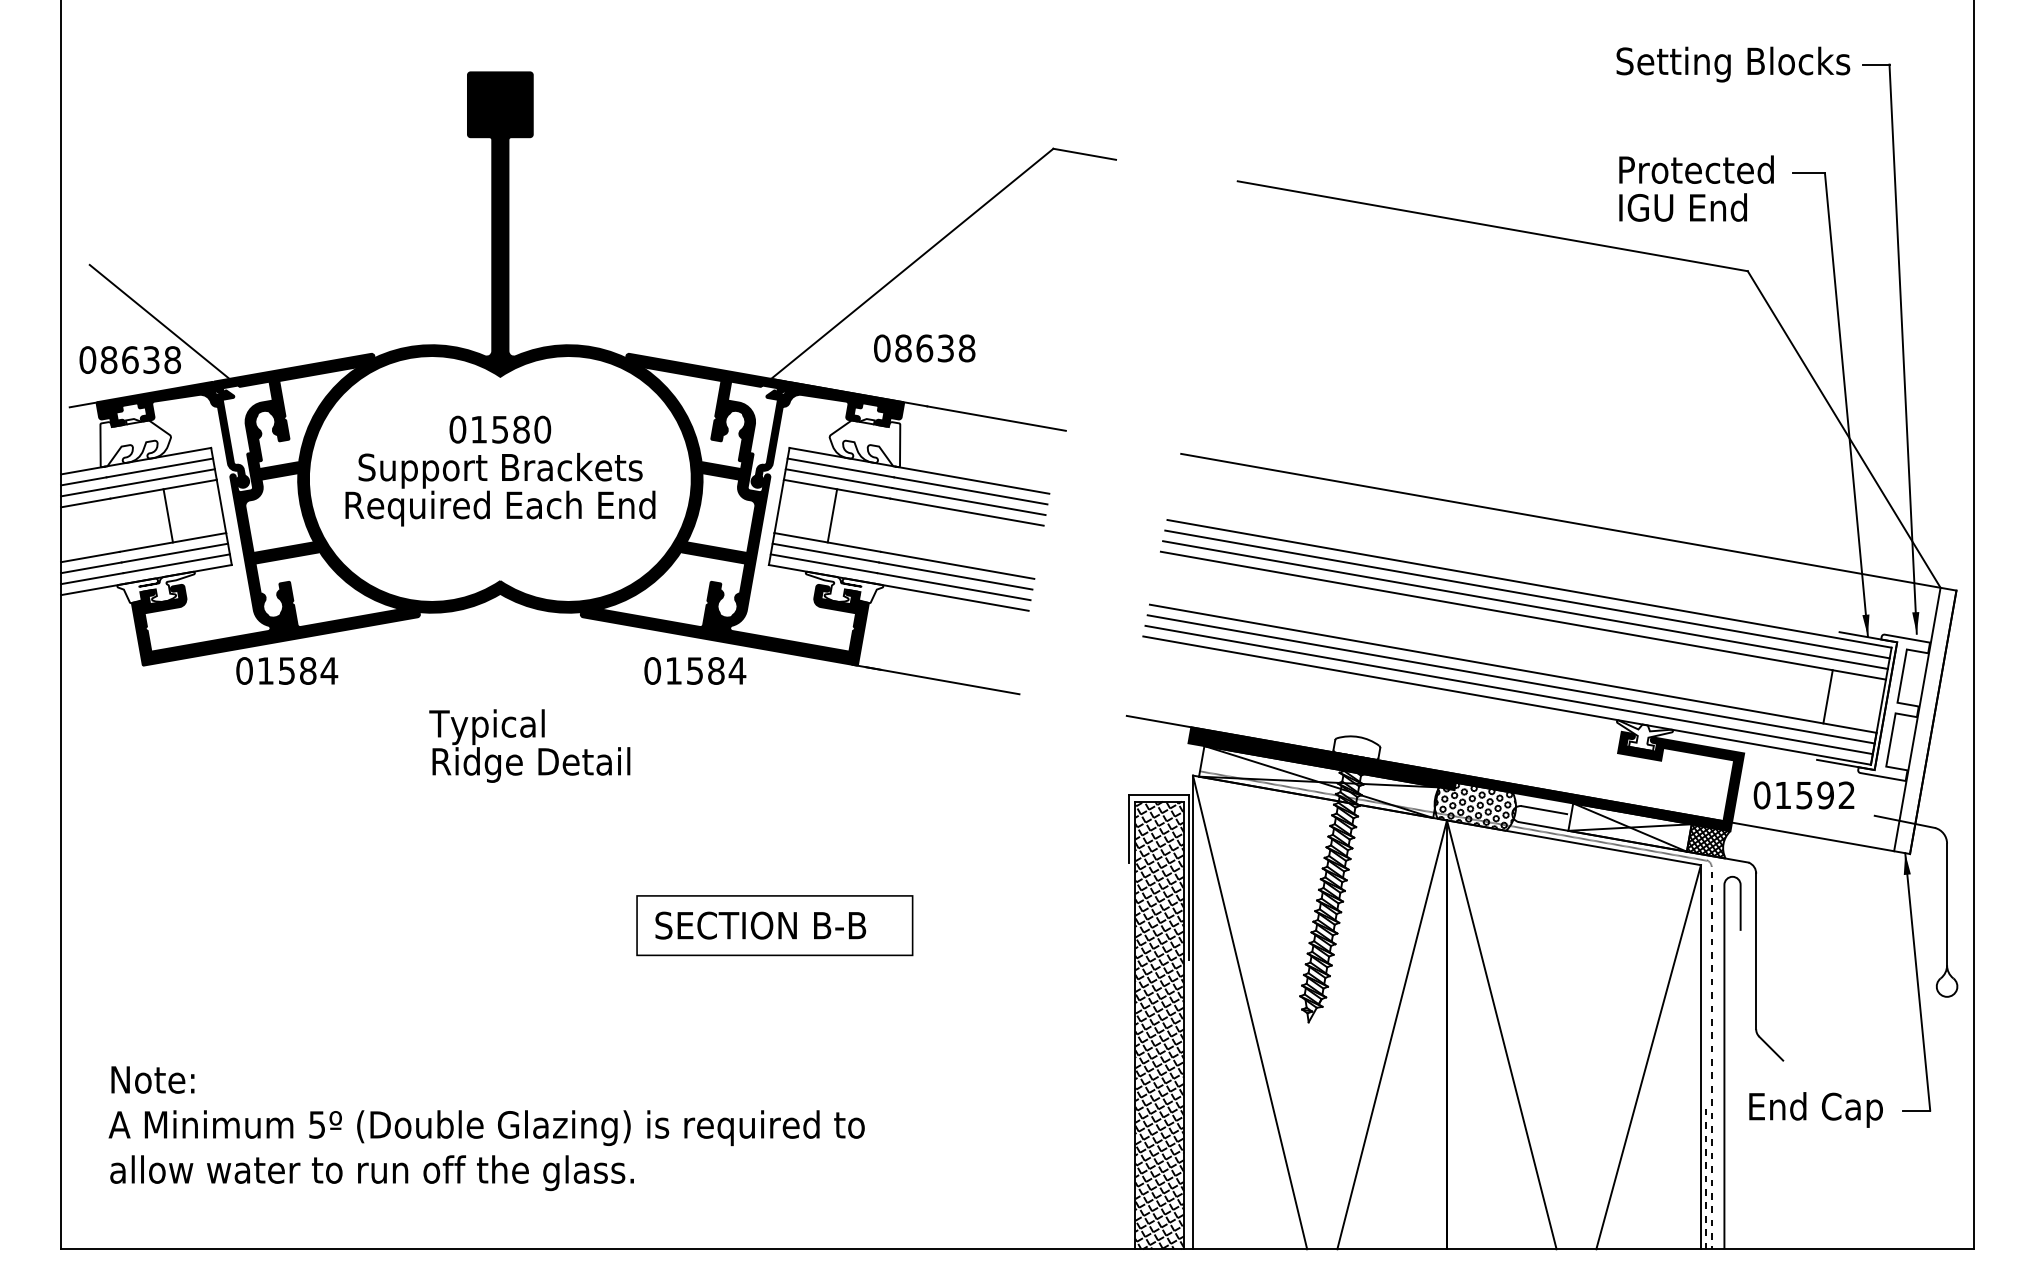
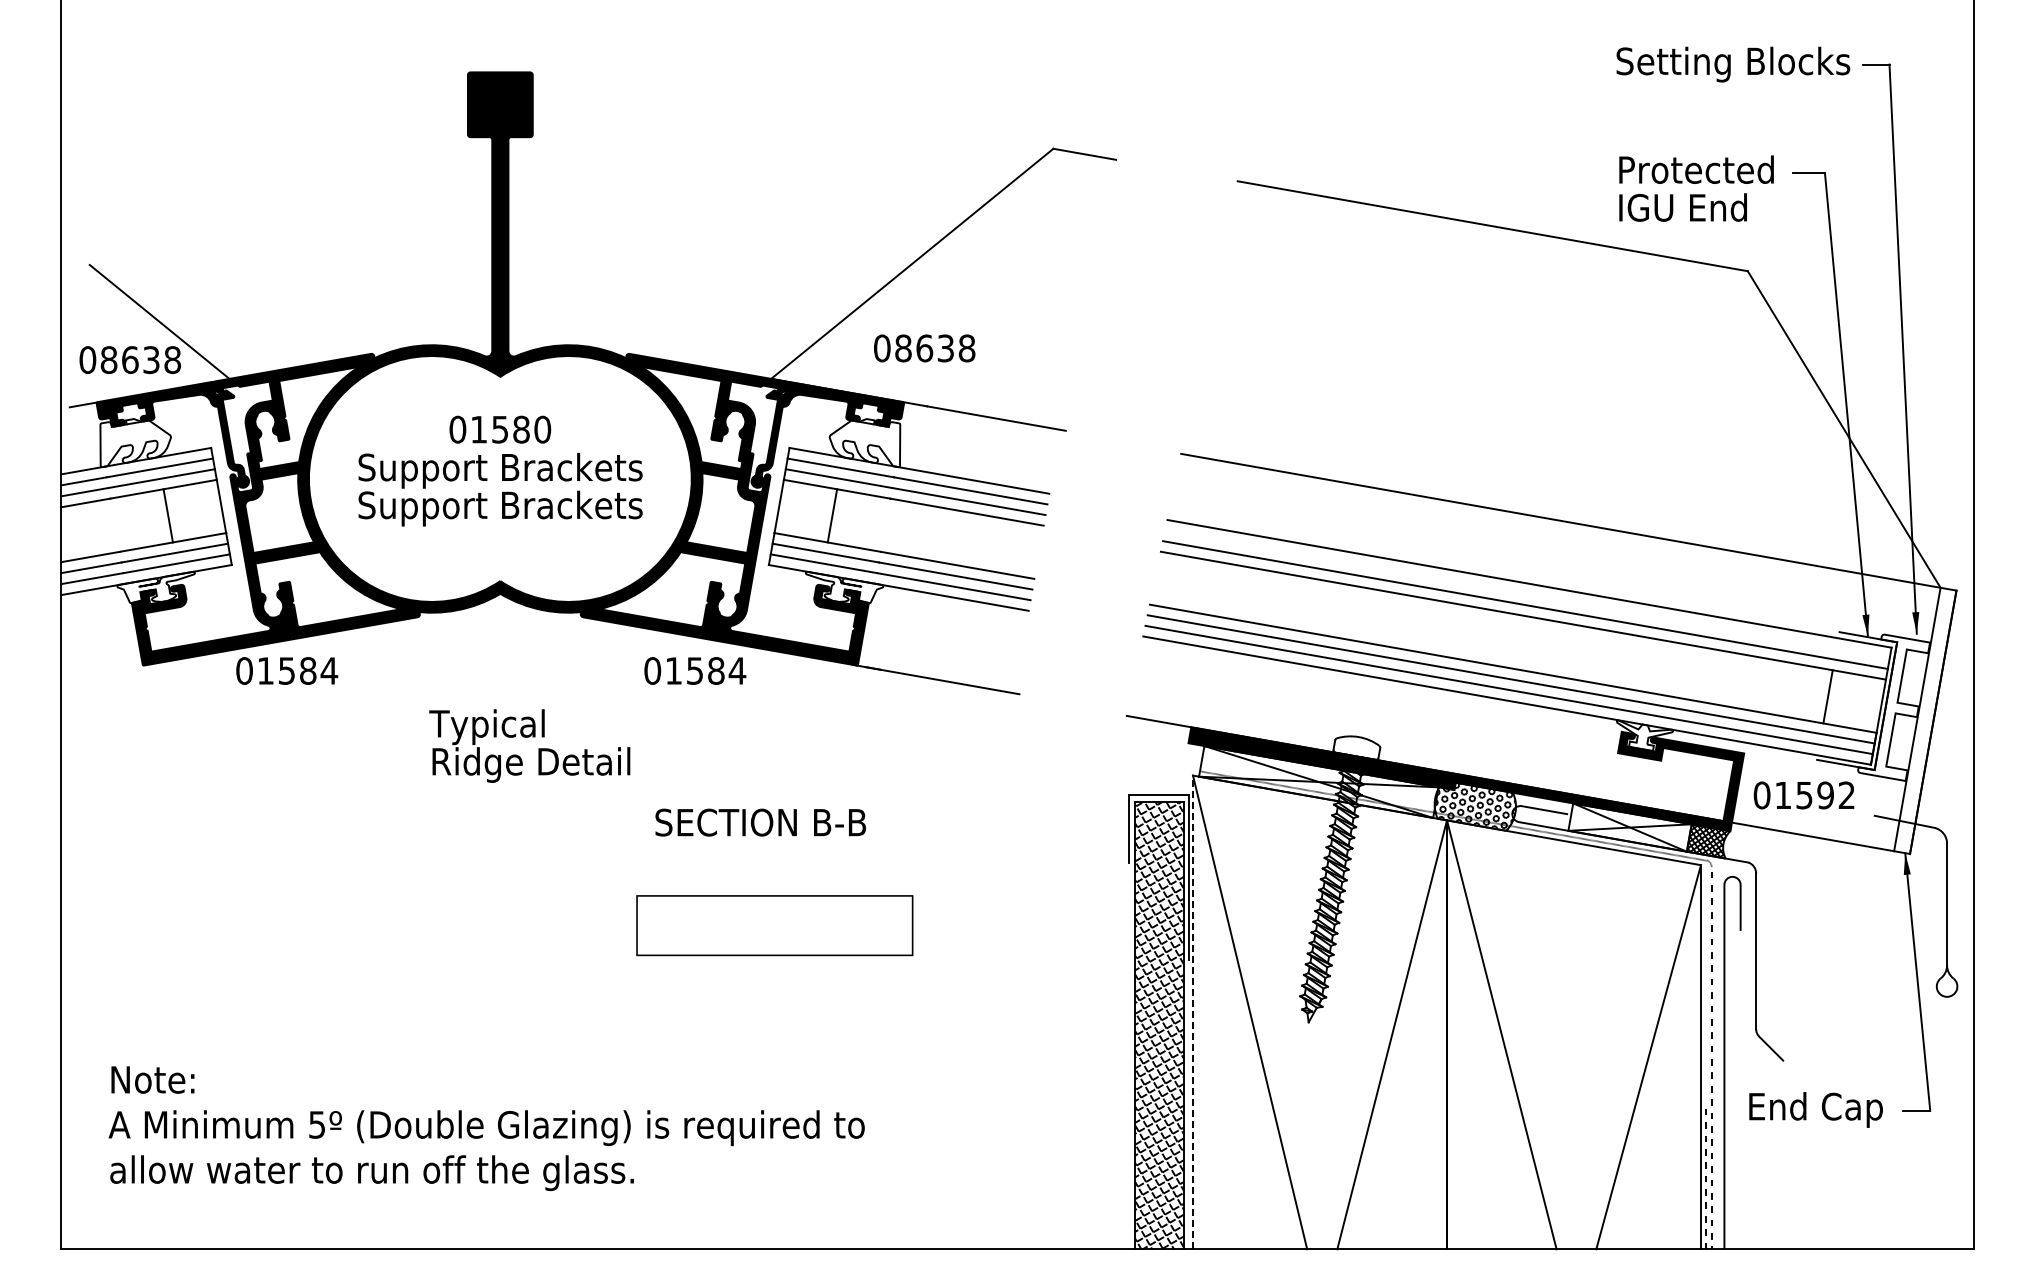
text at (500, 508): Required Each End -> Support Brackets
line at (1527, 594): present -> none
text at (760, 925) position: (760, 925) -> (760, 822)
line at (1193, 1012): solid -> dashed
